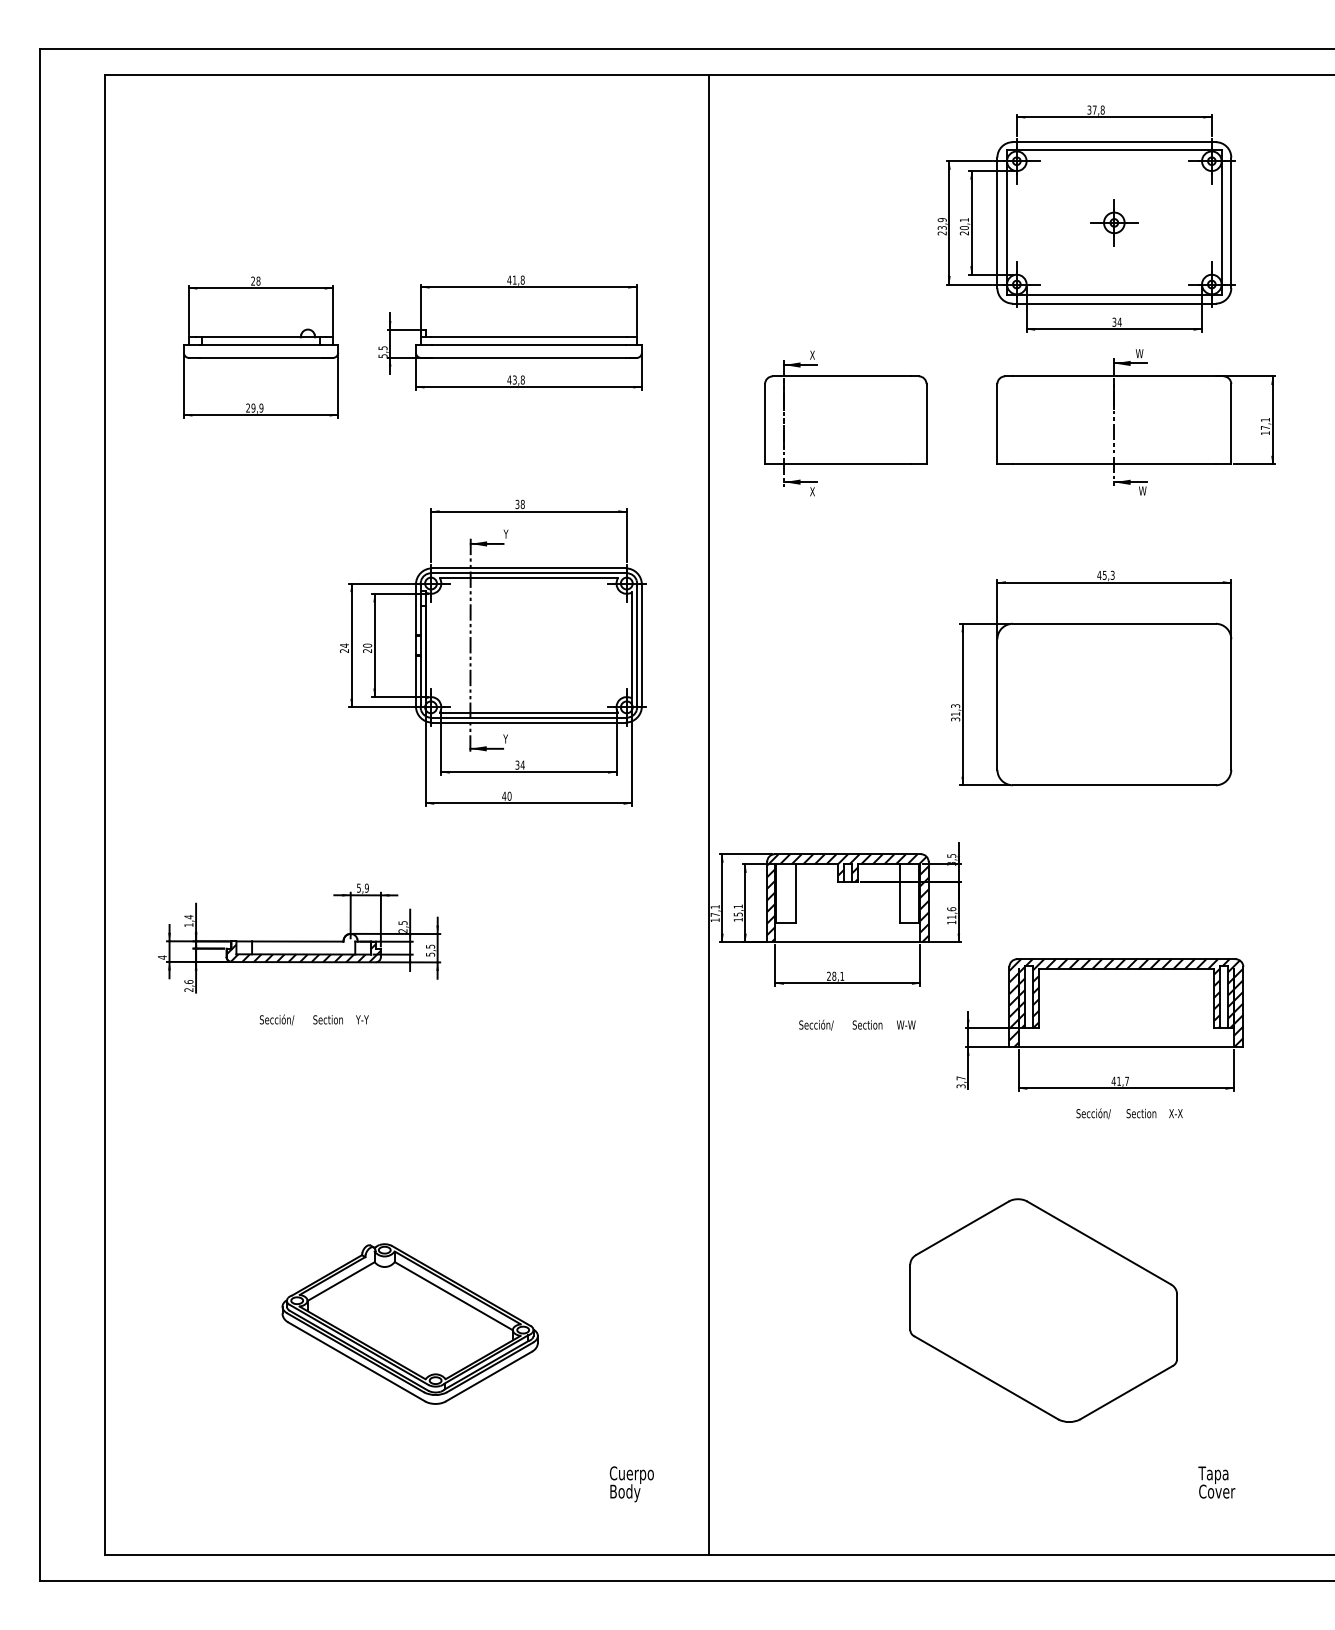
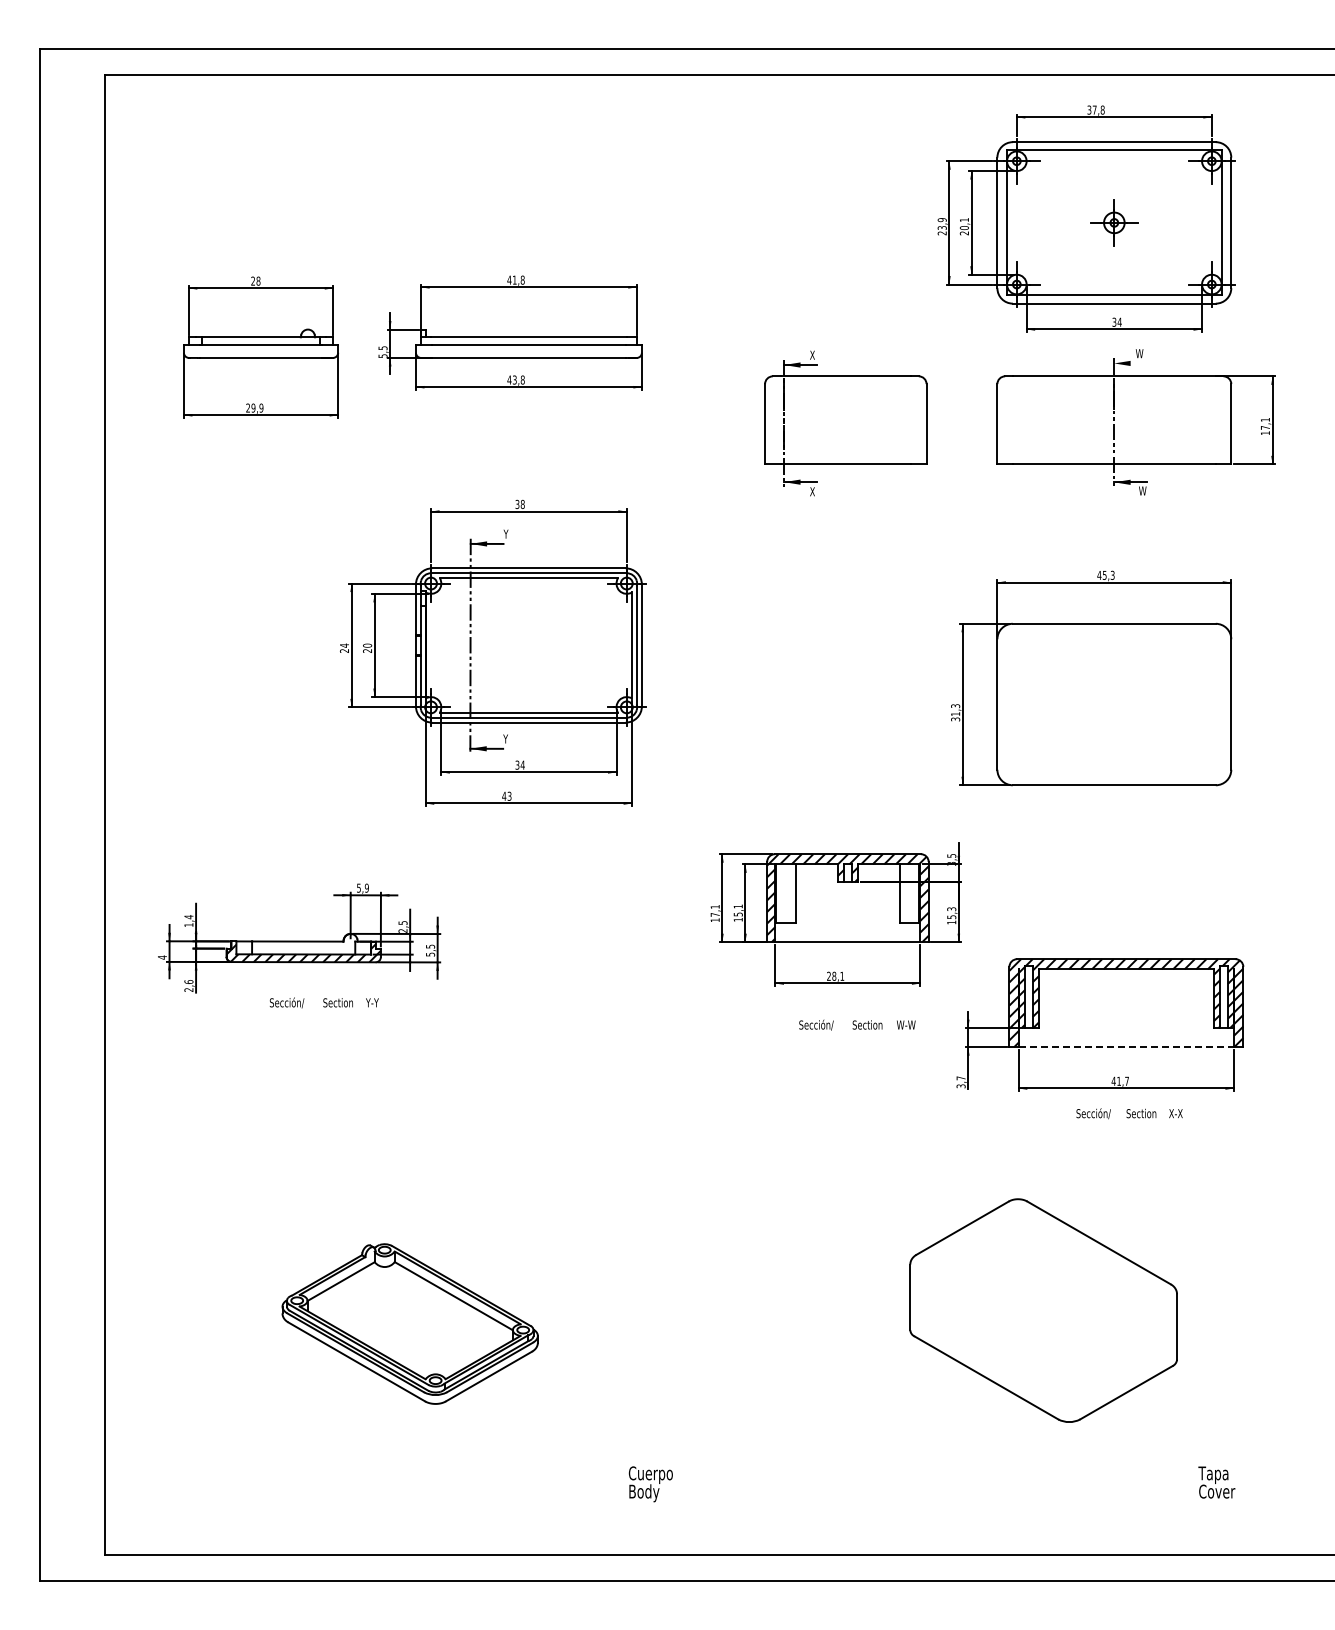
line at (1130, 363): present -> none
text at (509, 795): 40 -> 43
line at (708, 814): present -> none
text at (951, 913): 11,6 -> 15,3
text at (313, 1019) position: (313, 1019) -> (323, 1002)
line at (1126, 1047): solid -> dashed
text at (631, 1484) position: (631, 1484) -> (650, 1484)
